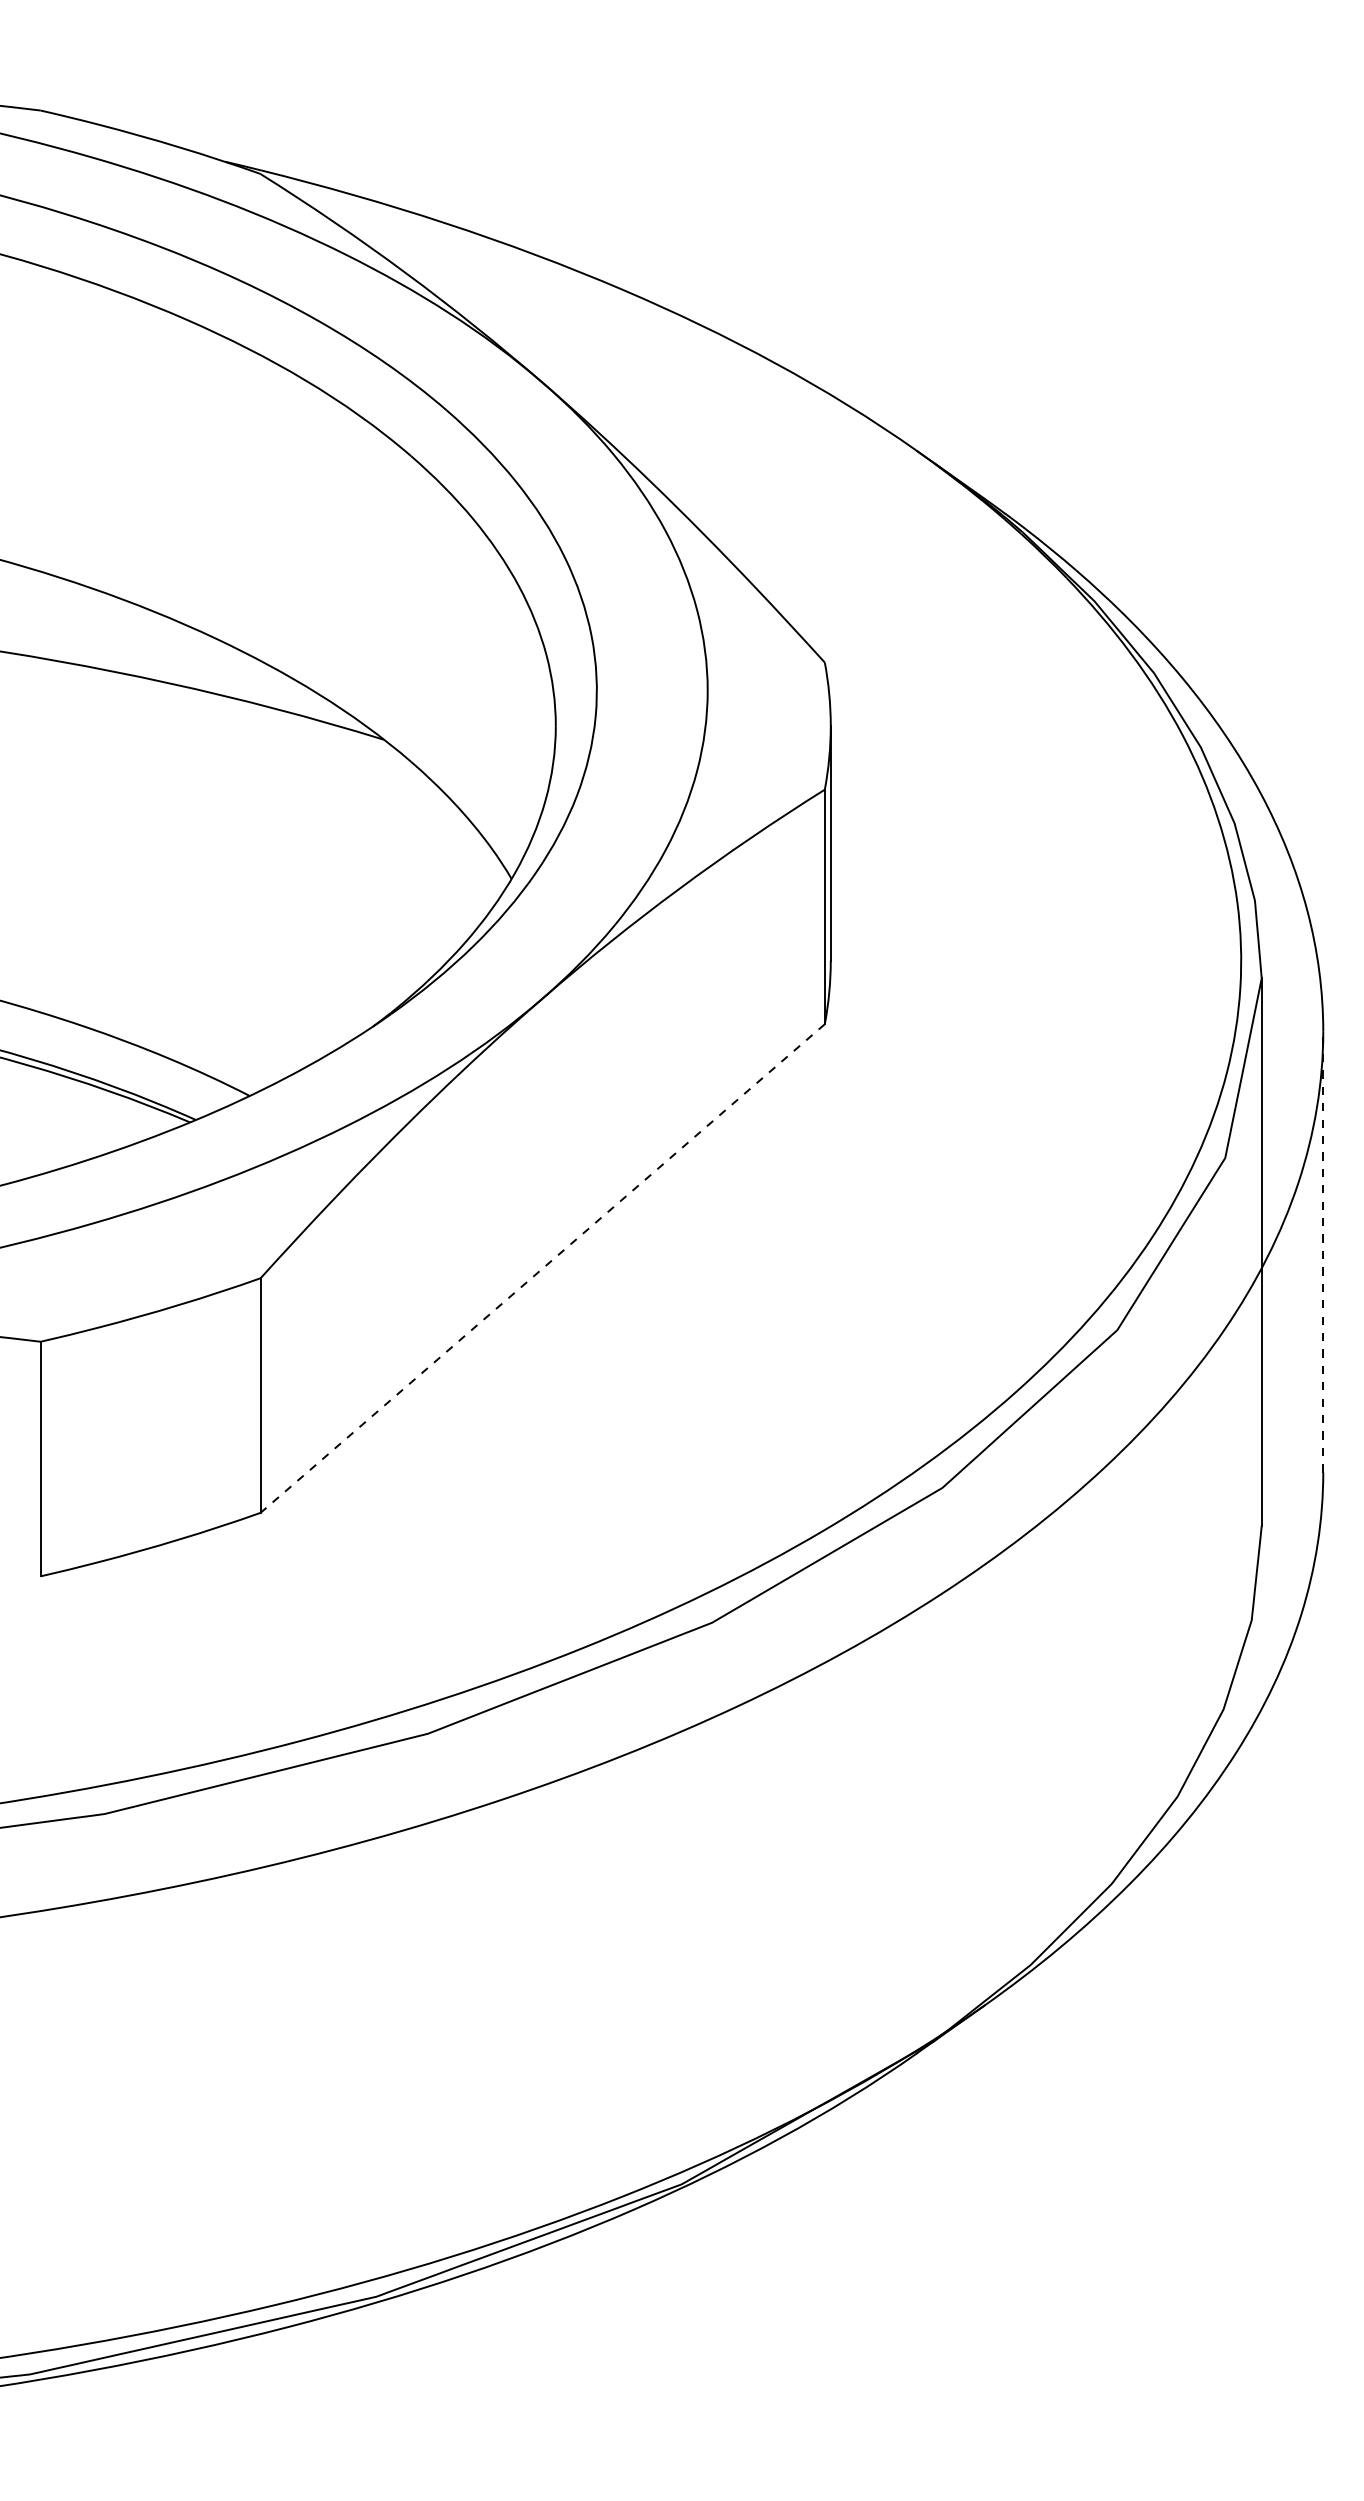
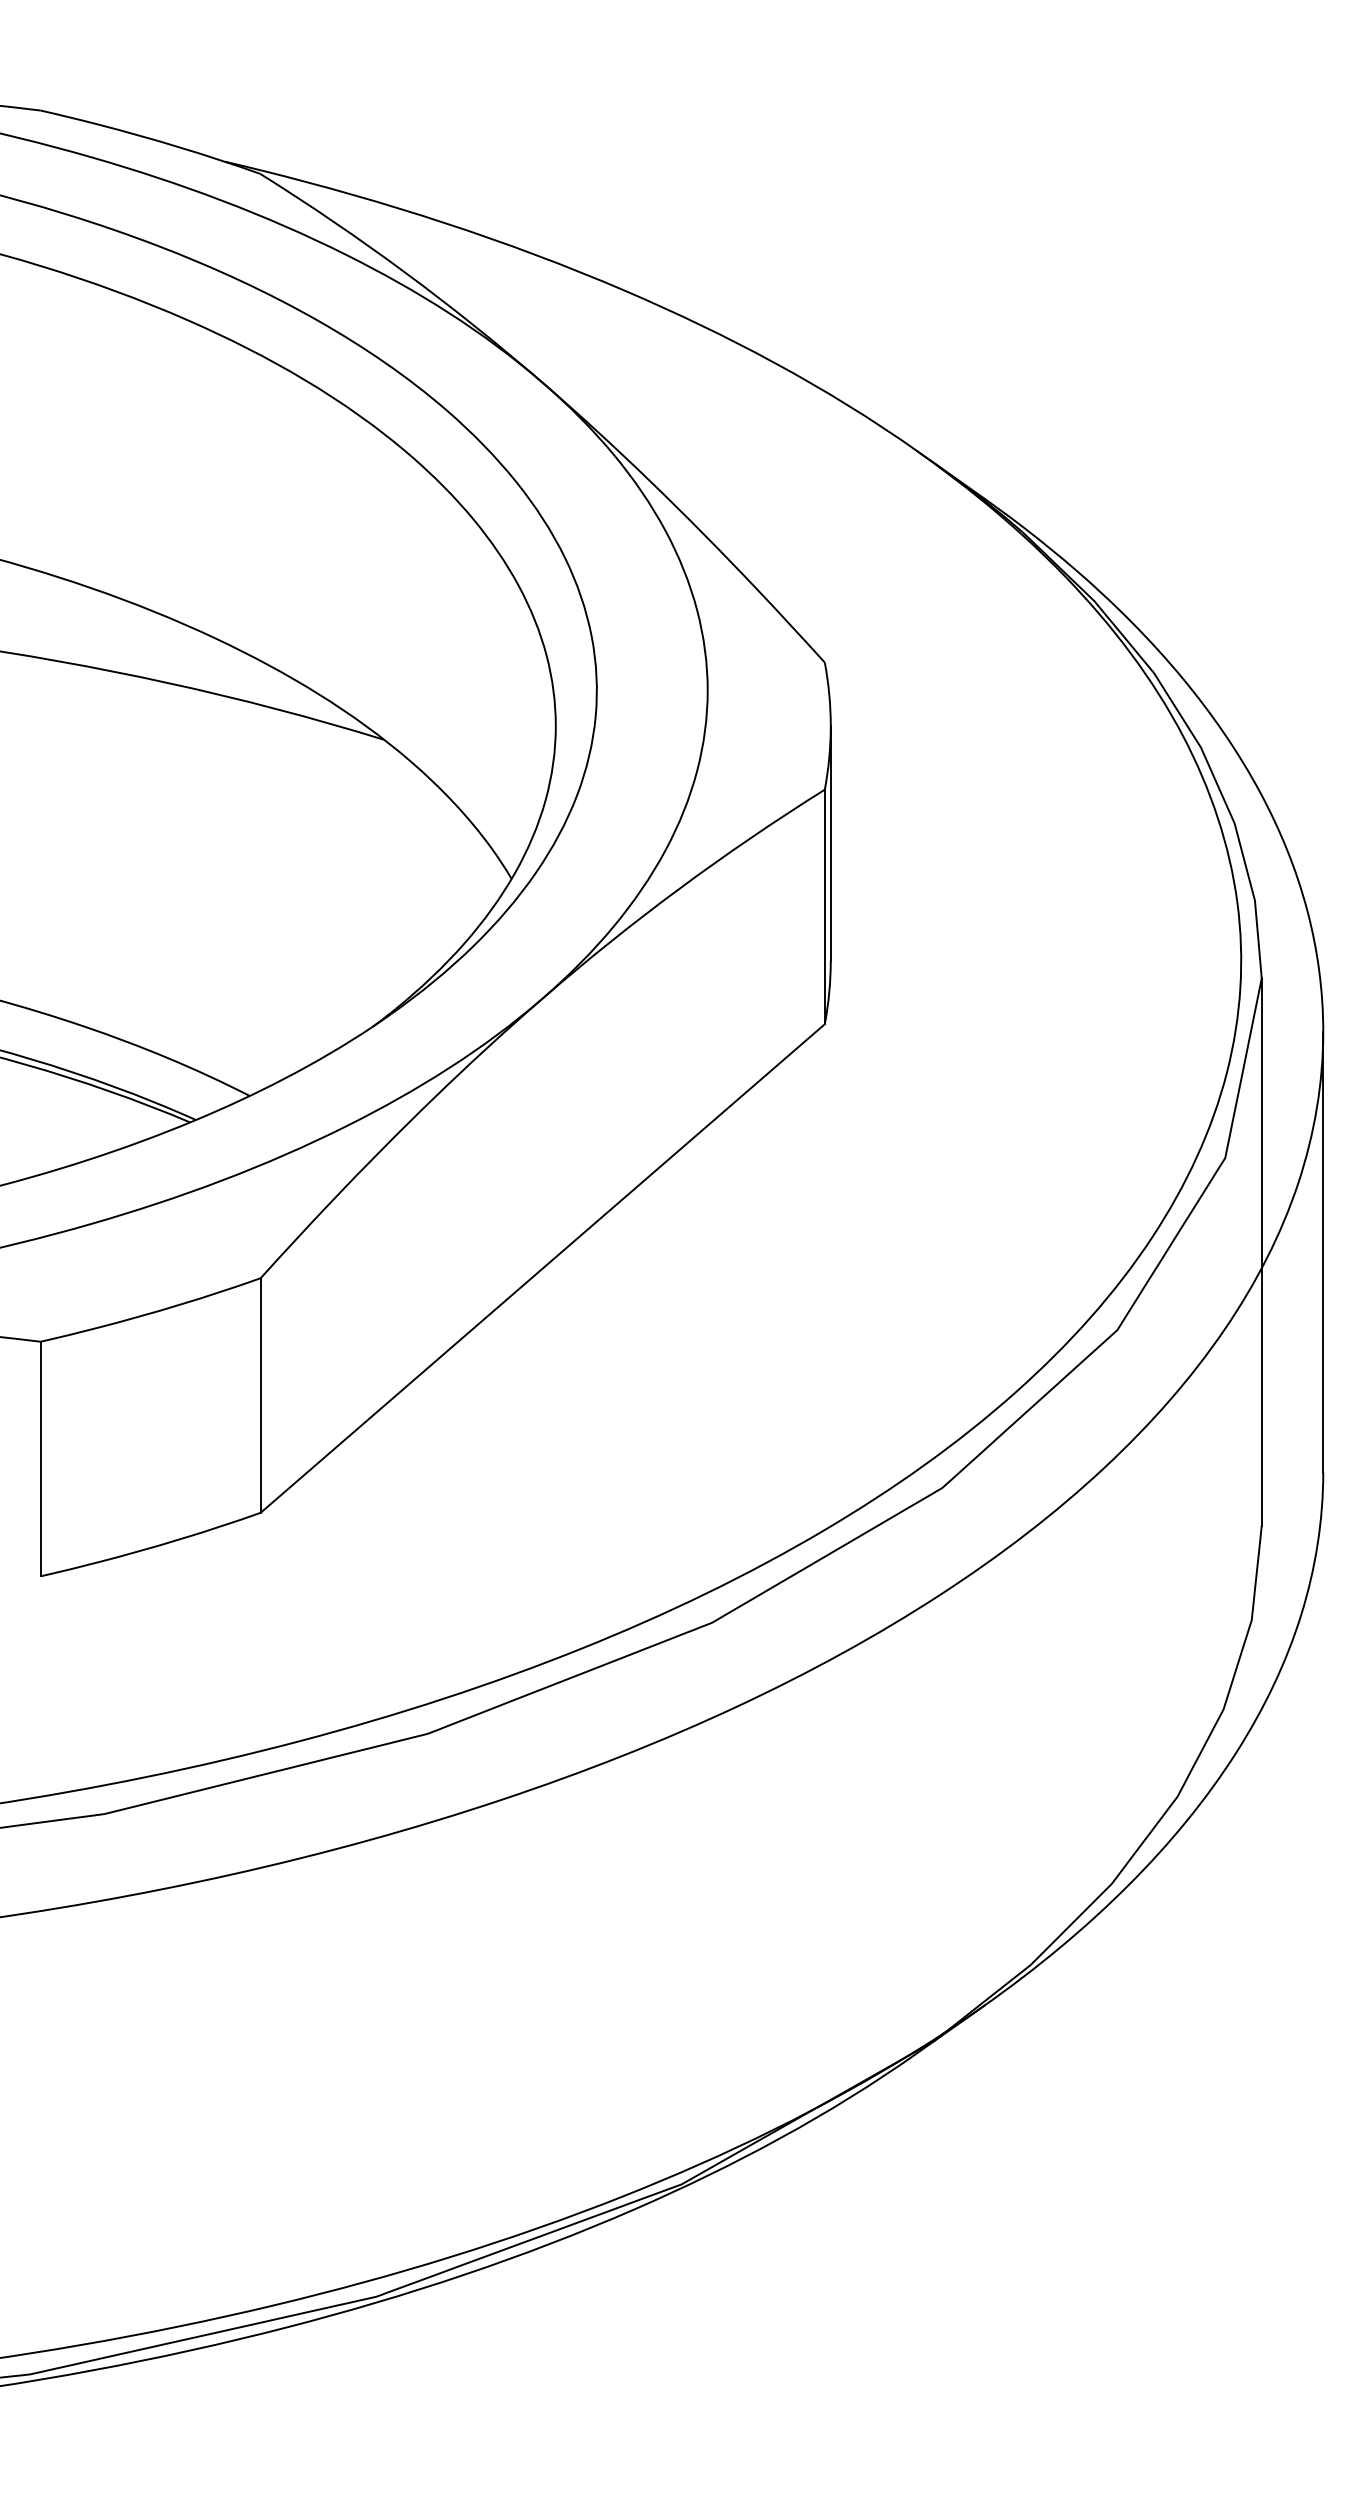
line at (1323, 1251): dashed -> solid
line at (542, 1268): dashed -> solid
